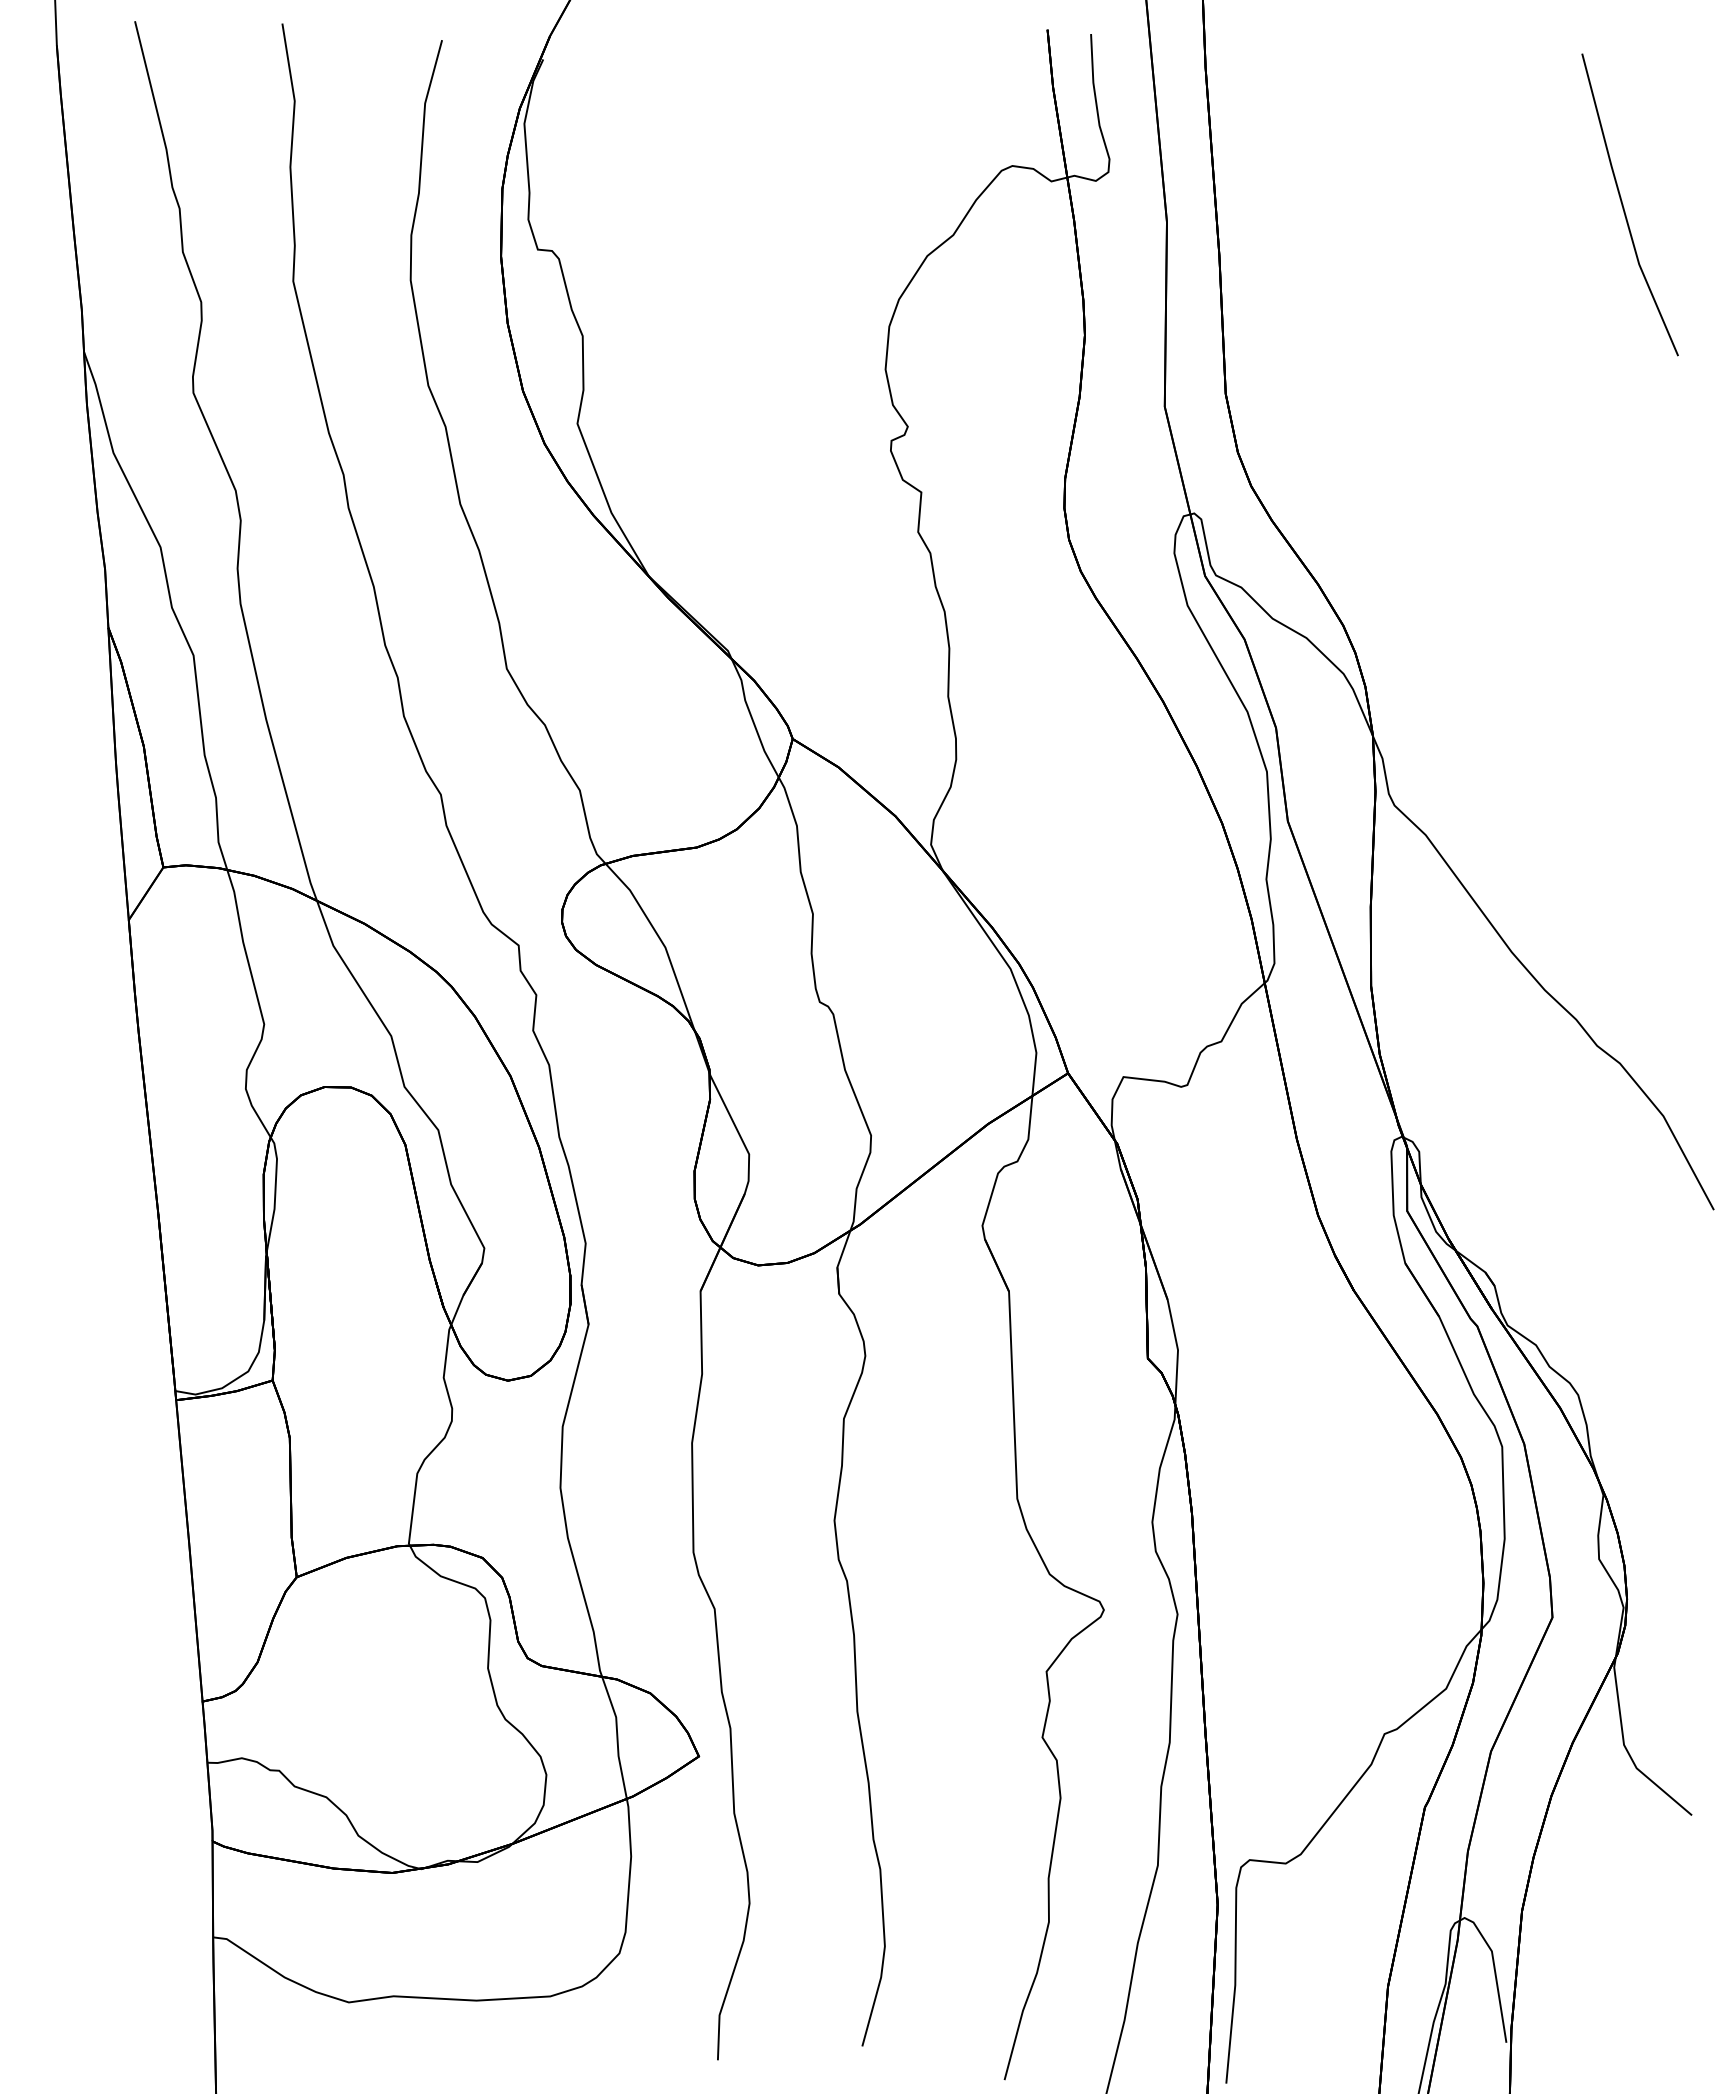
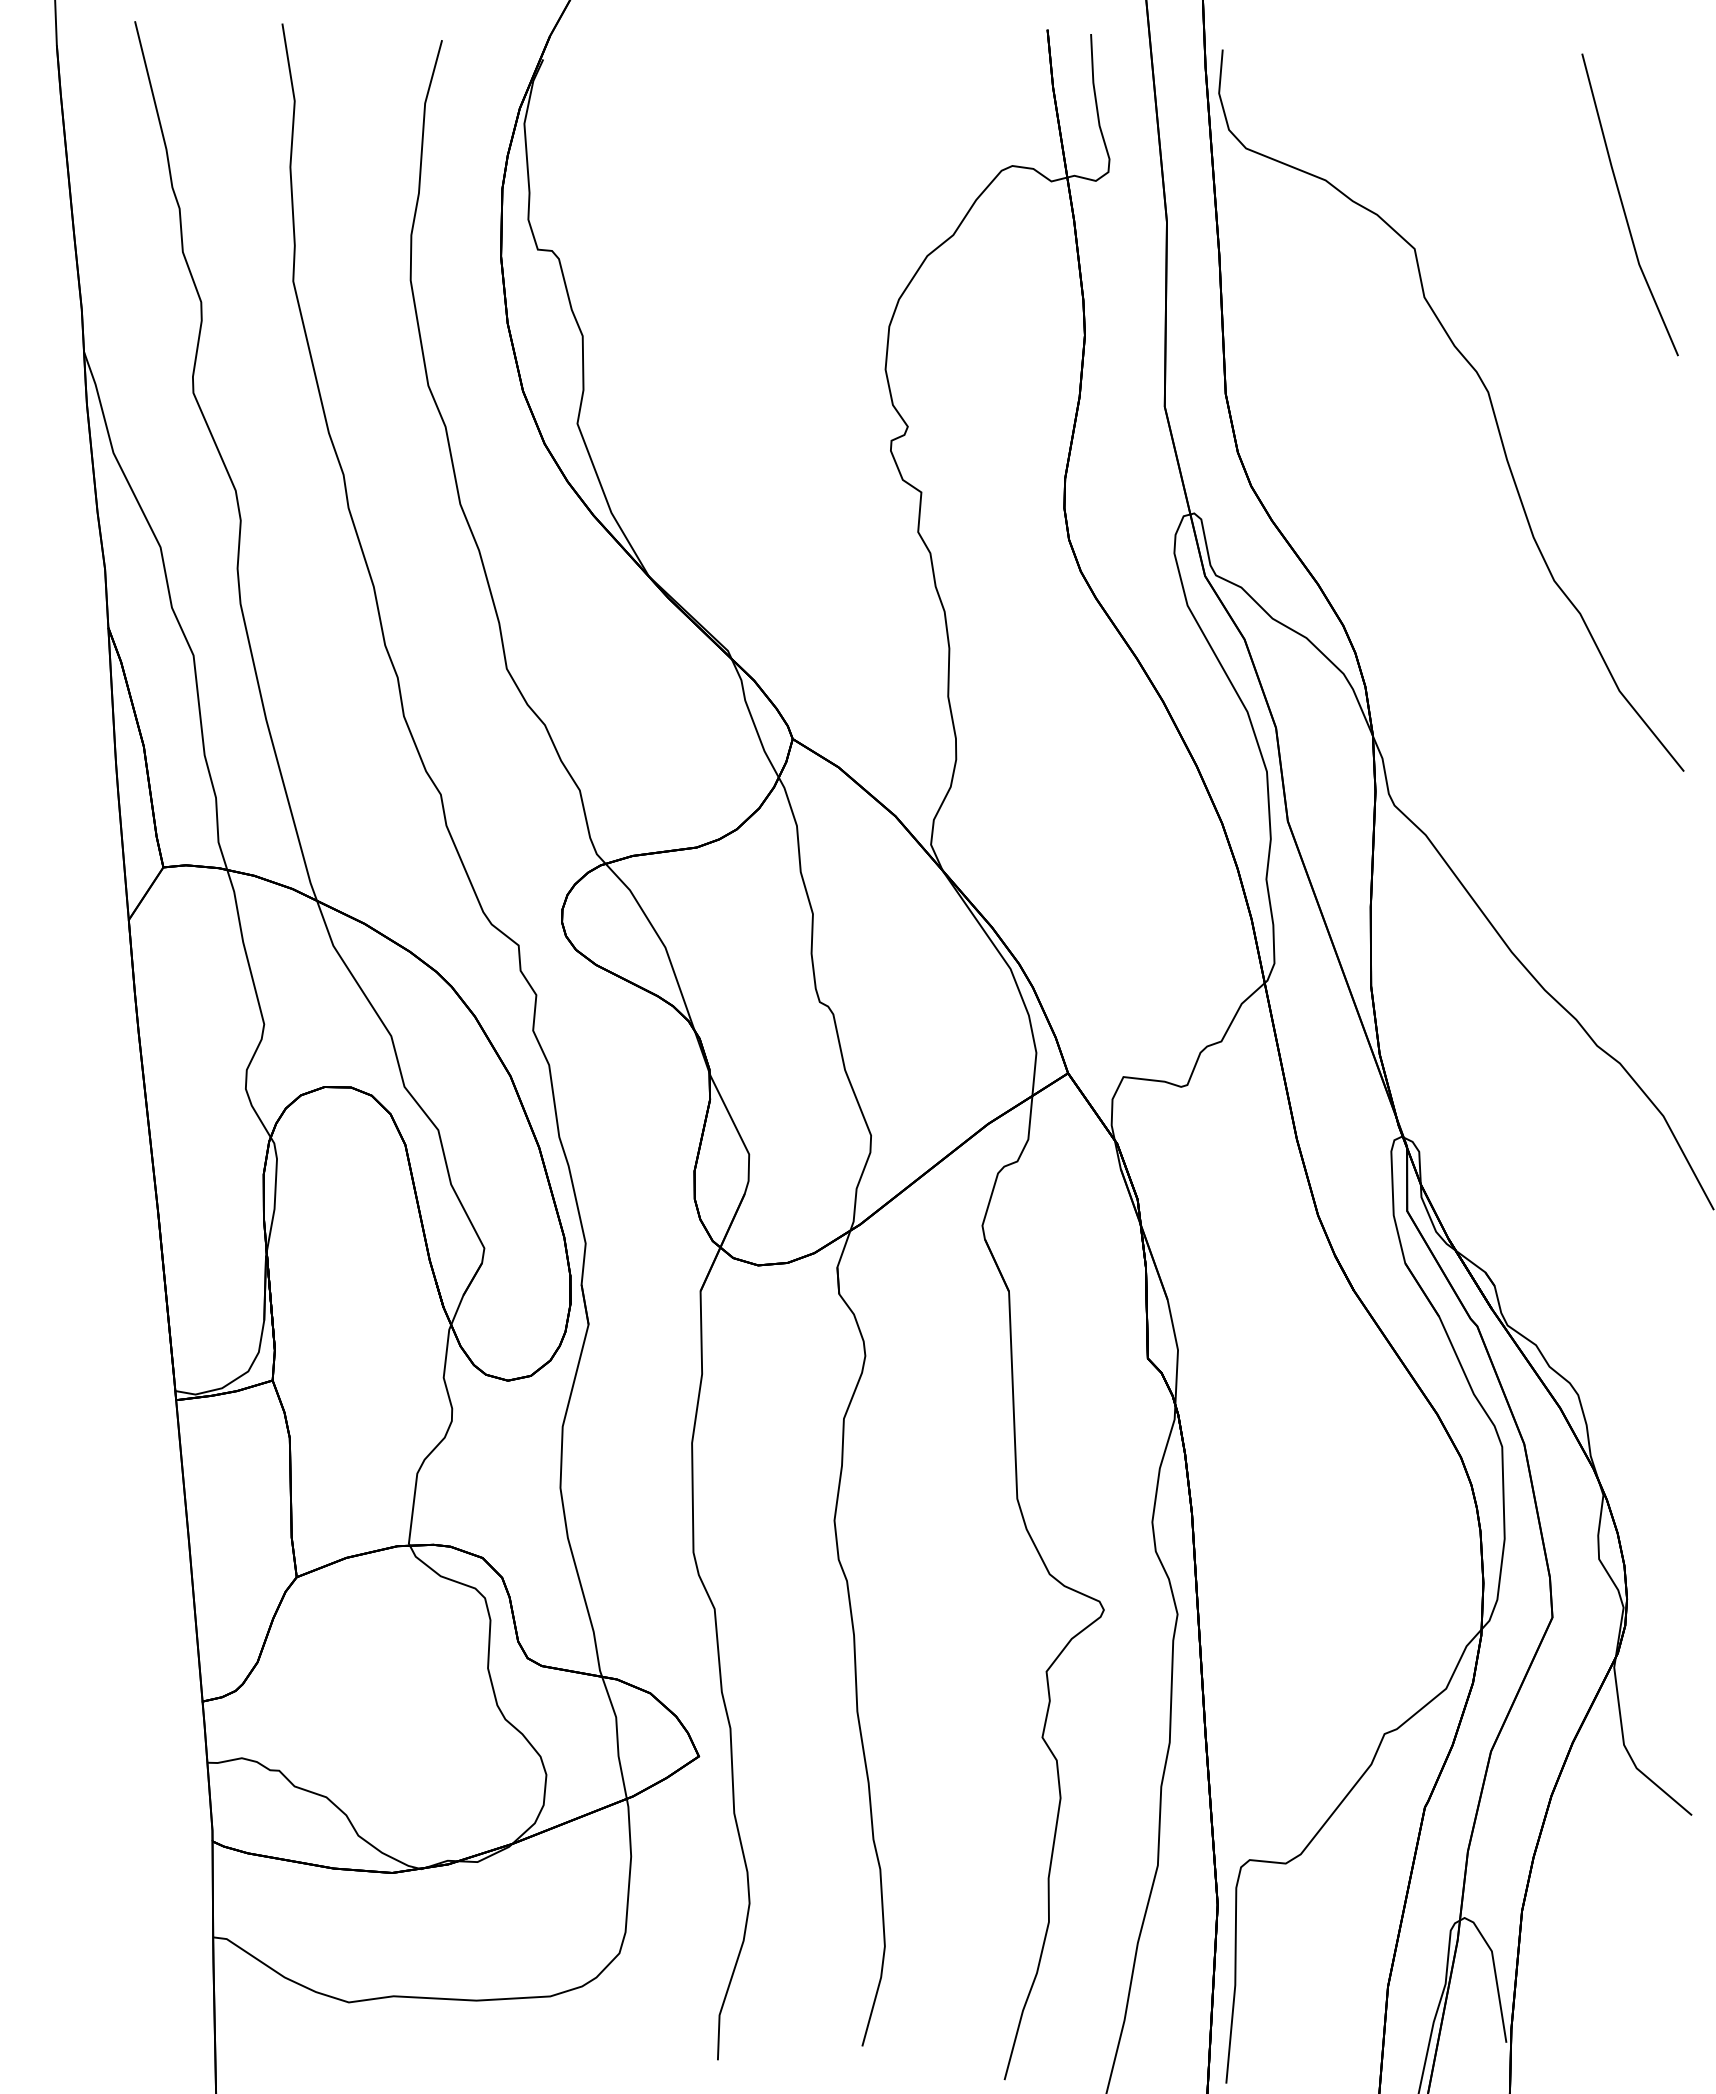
curve at (1489, 401): none -> present
